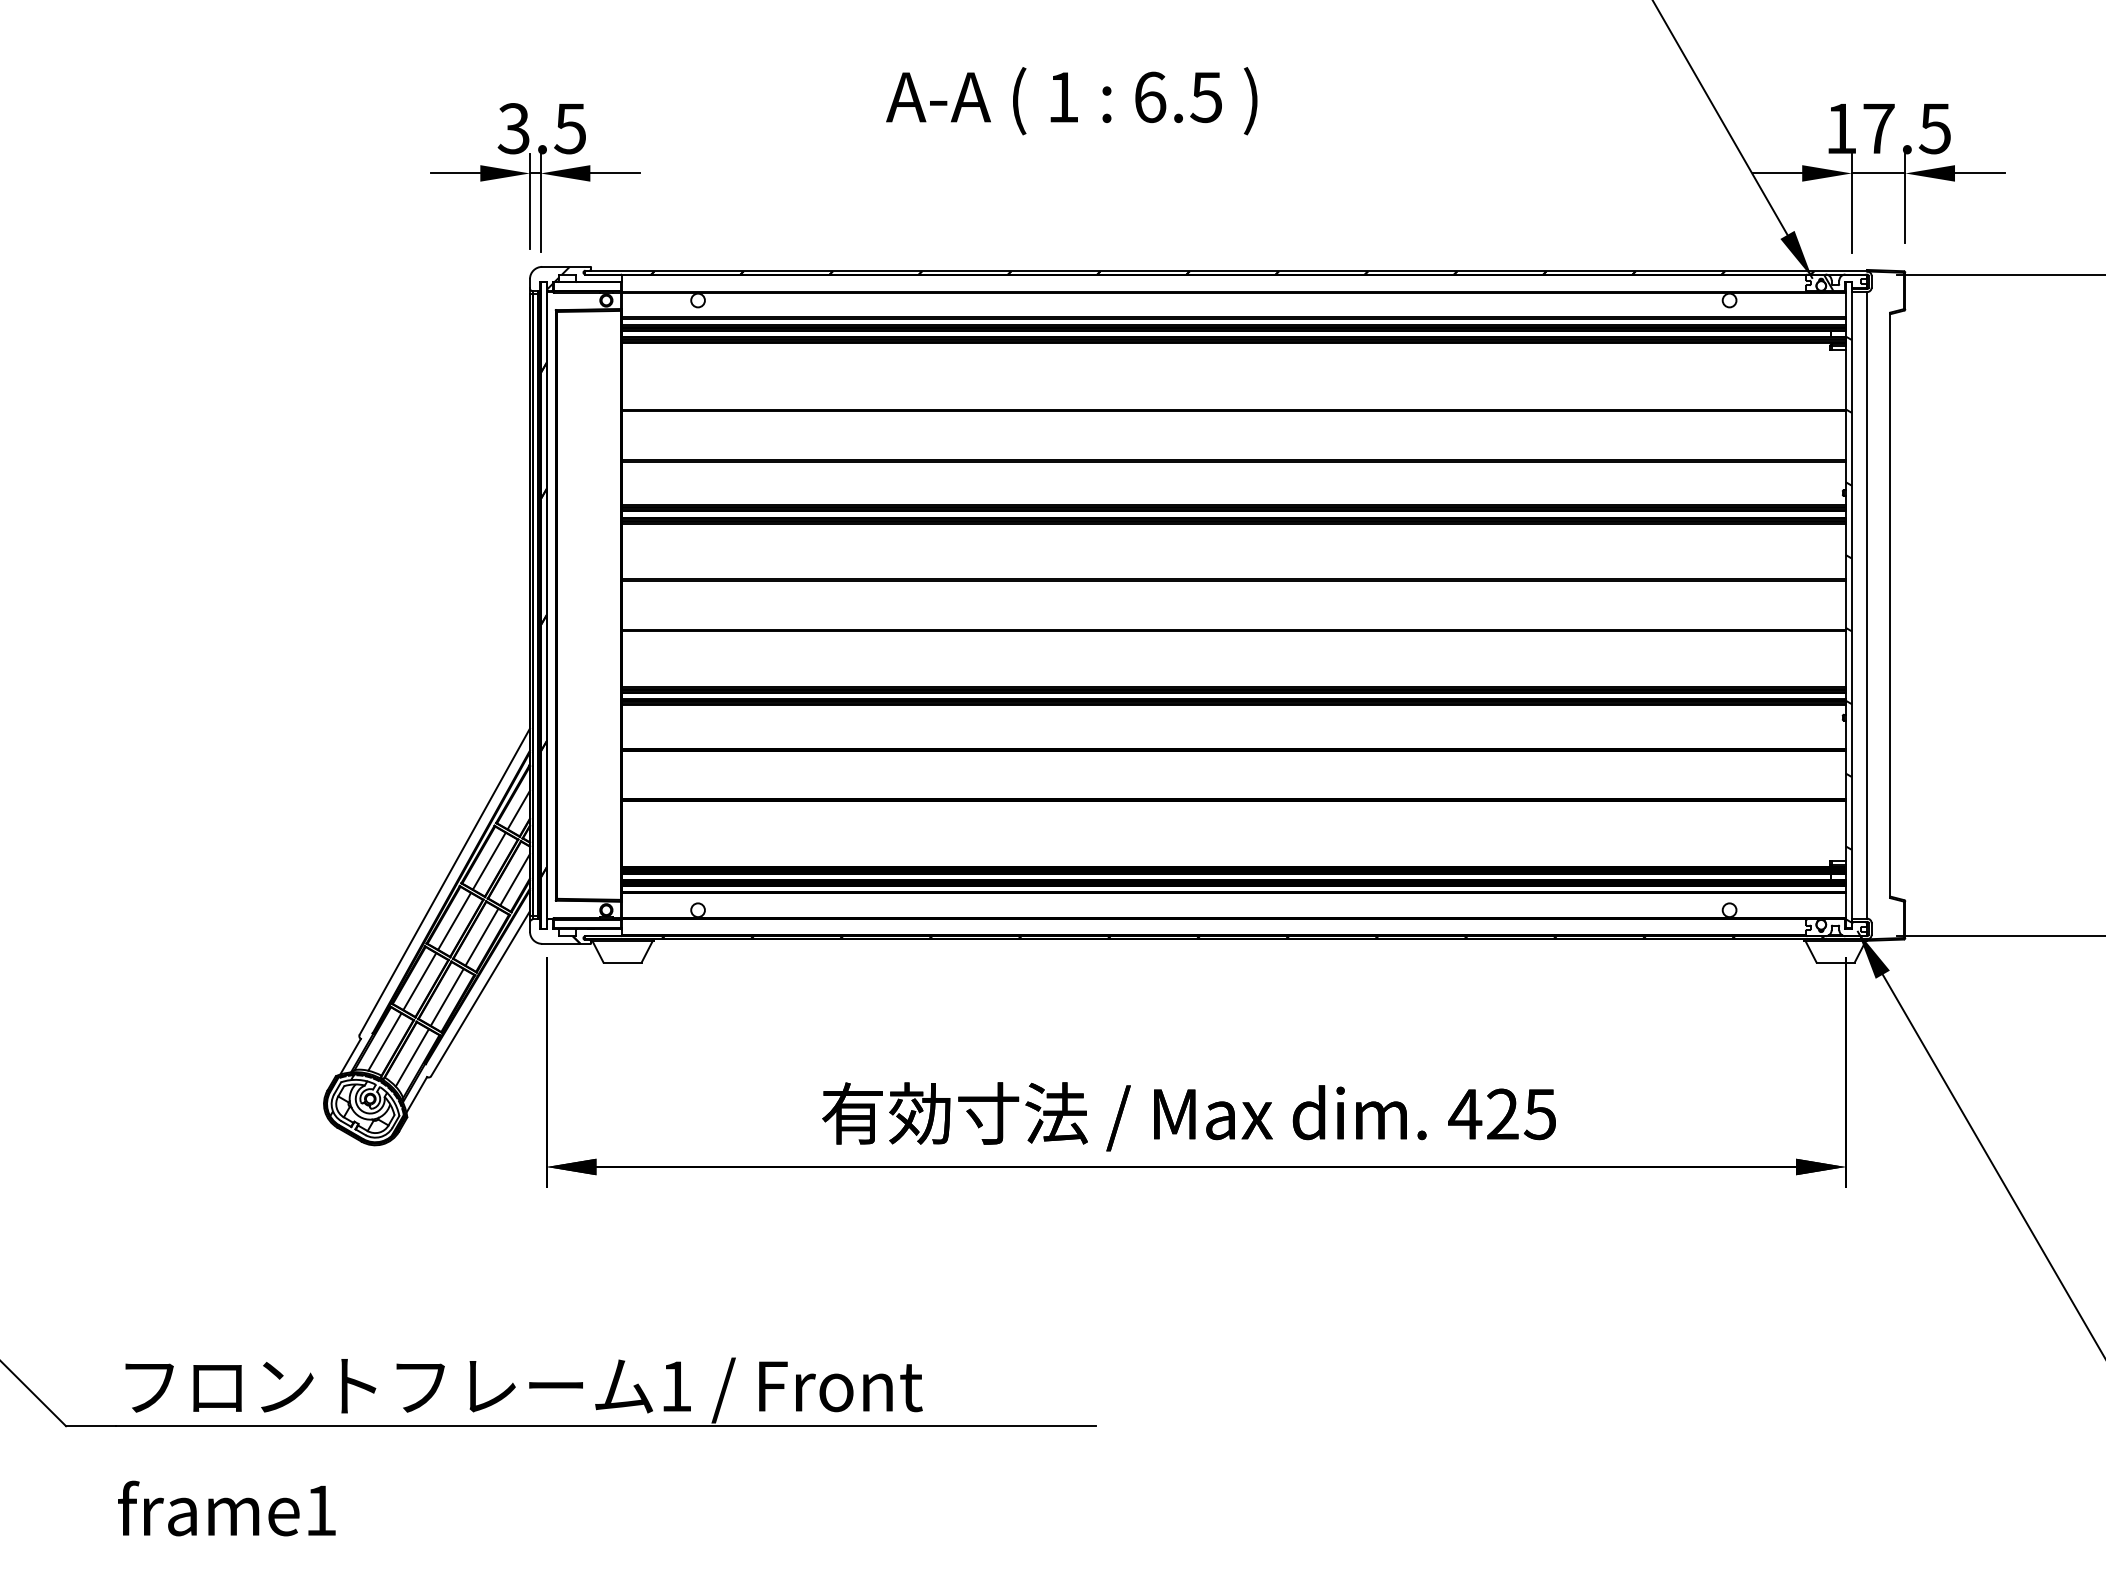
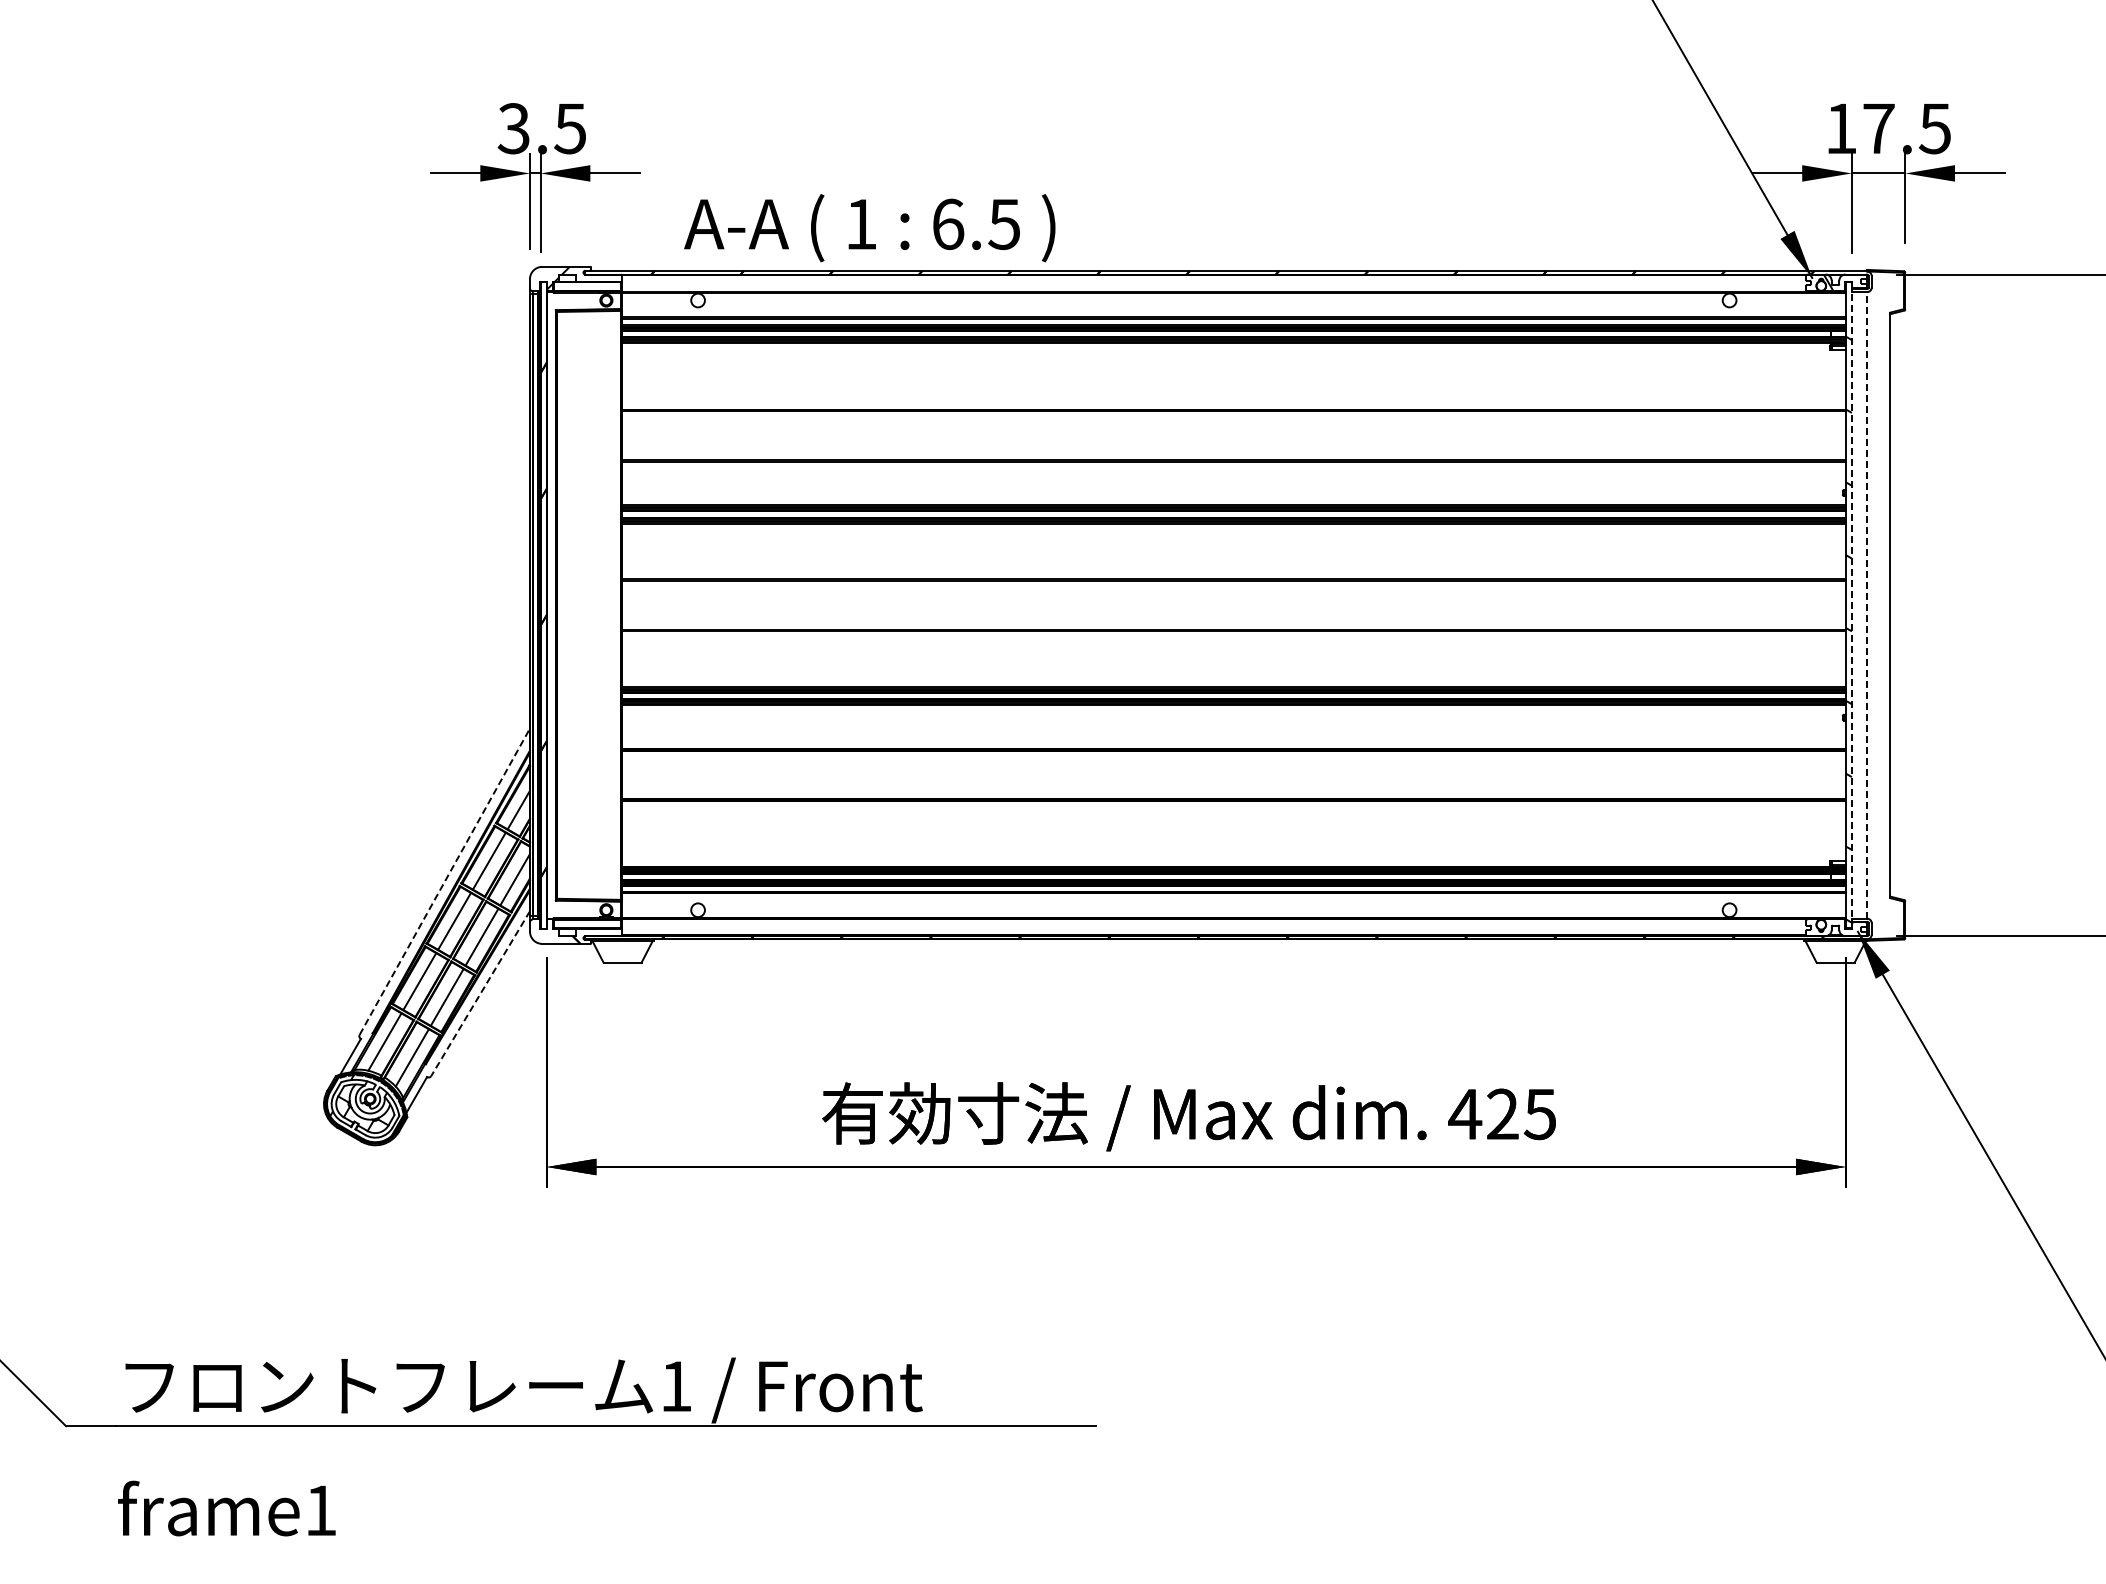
text at (1071, 101) position: (1071, 101) -> (869, 228)
line at (1867, 604): solid -> dashed
line at (1851, 605): solid -> dashed
line at (445, 881): solid -> dashed
line at (480, 994): solid -> dashed
